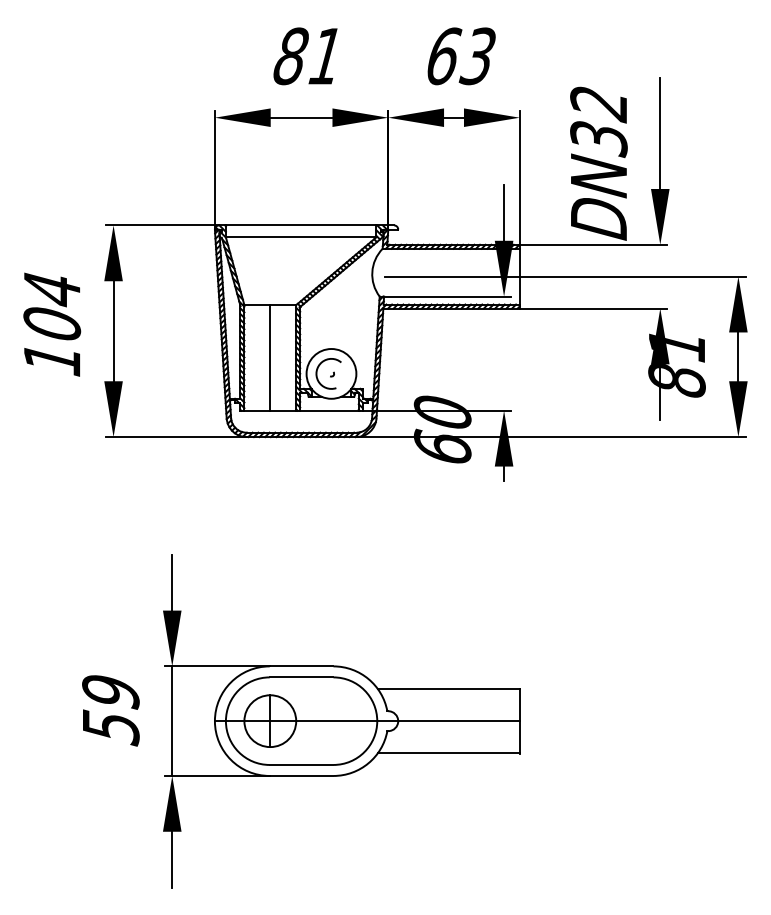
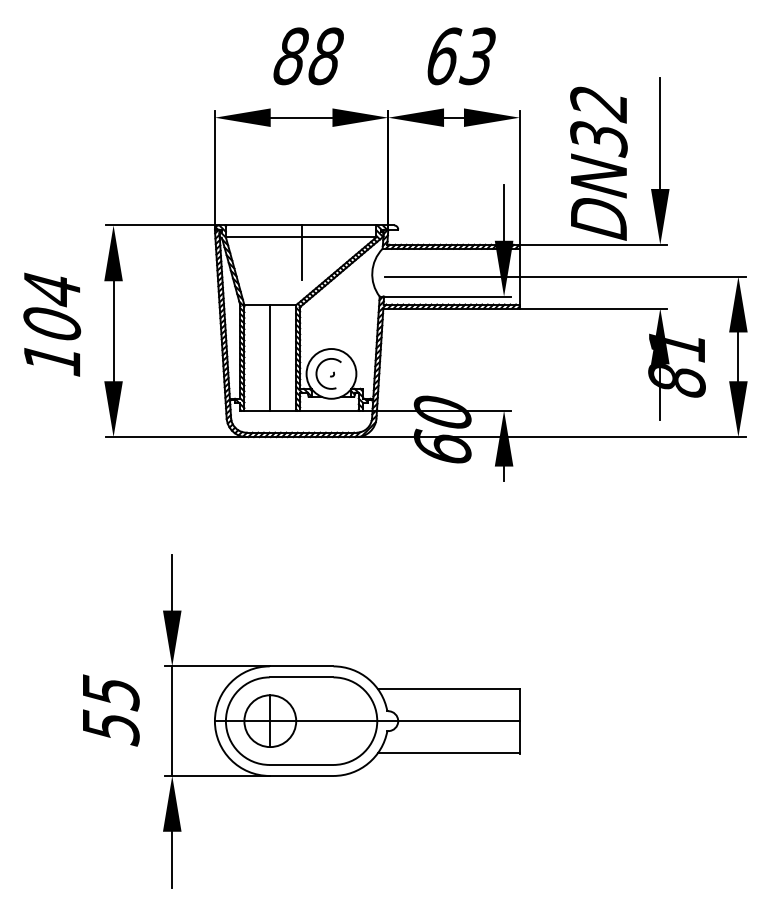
text at (325, 56): 81 -> 88
line at (301, 252): none -> present
text at (110, 692): 59 -> 55
